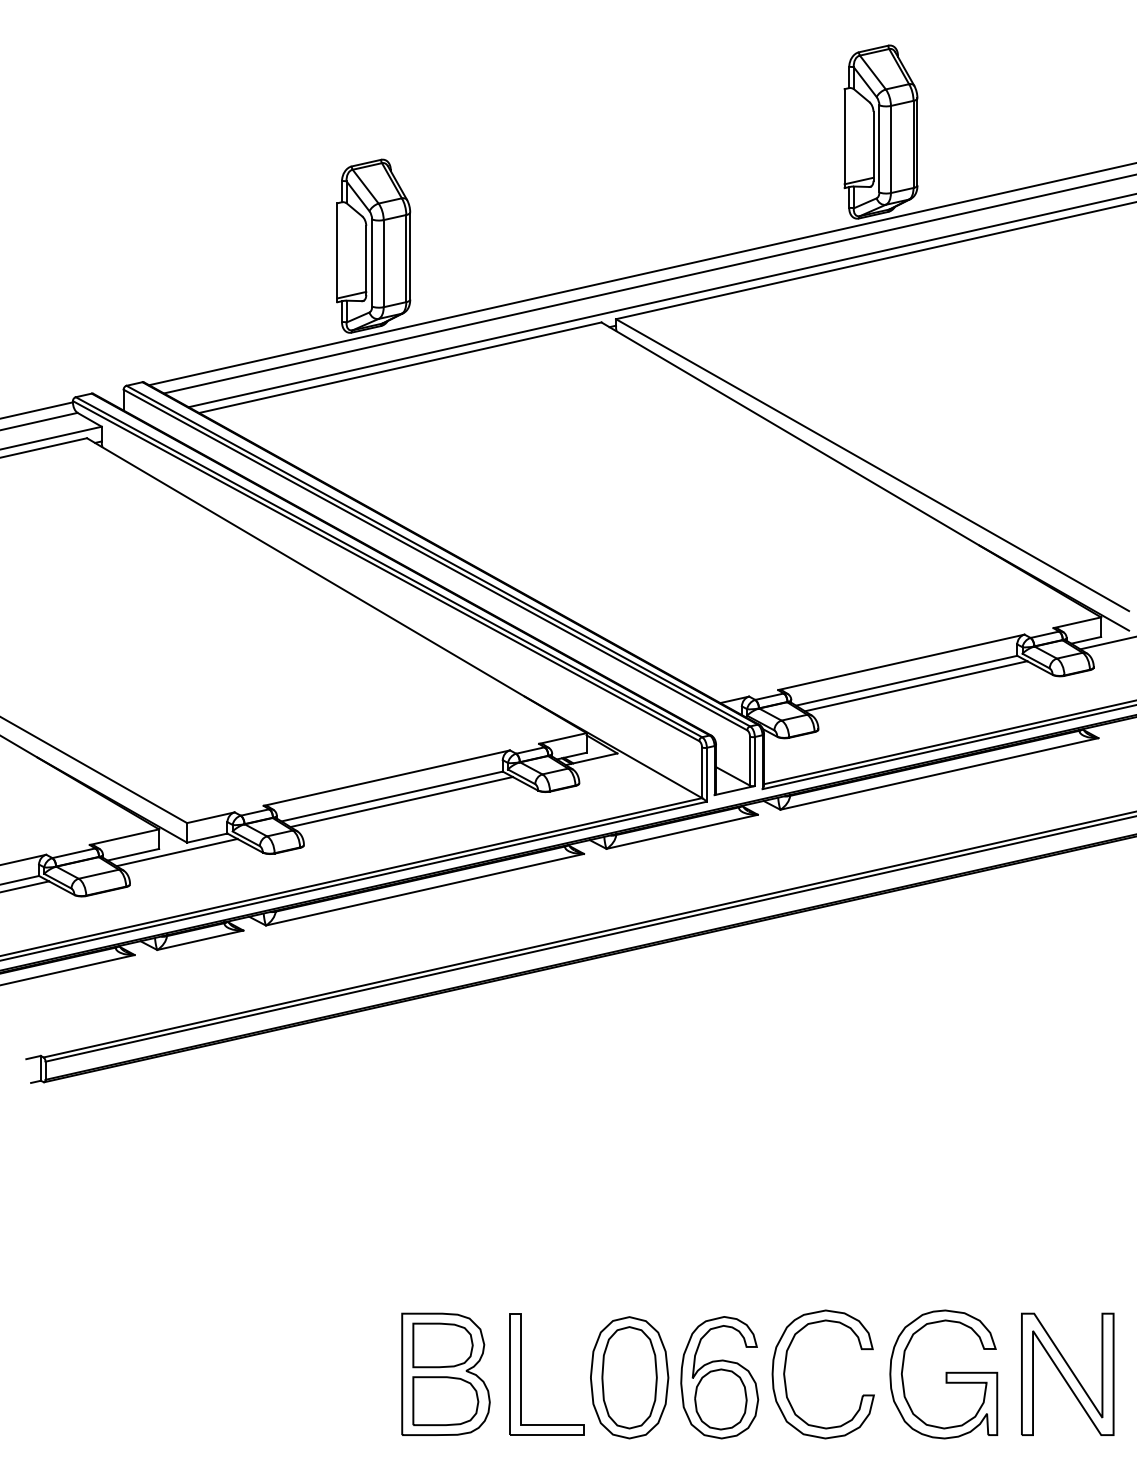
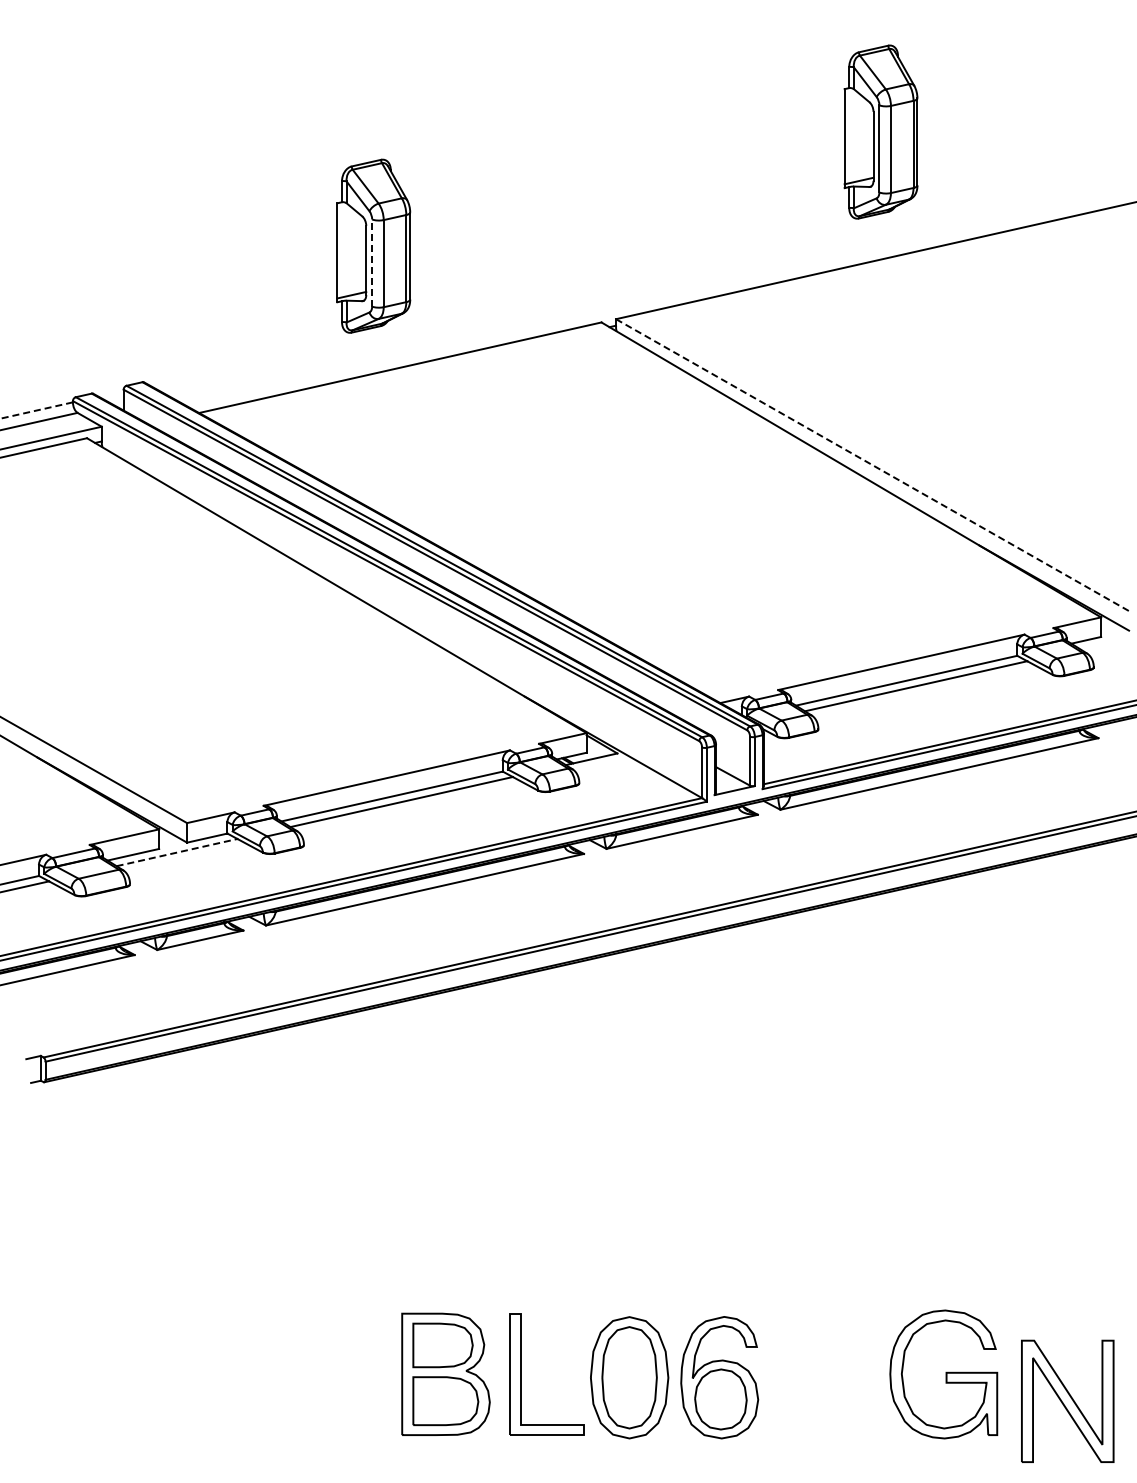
line at (372, 263): solid -> dashed
line at (641, 274): present -> none
line at (648, 284): present -> none
line at (660, 300): present -> none
line at (36, 410): solid -> dashed
line at (872, 465): solid -> dashed
line at (1106, 643): present -> none
line at (177, 852): solid -> dashed
part at (1067, 1373) position: (1067, 1373) -> (1067, 1400)
part at (785, 1375): present -> none
